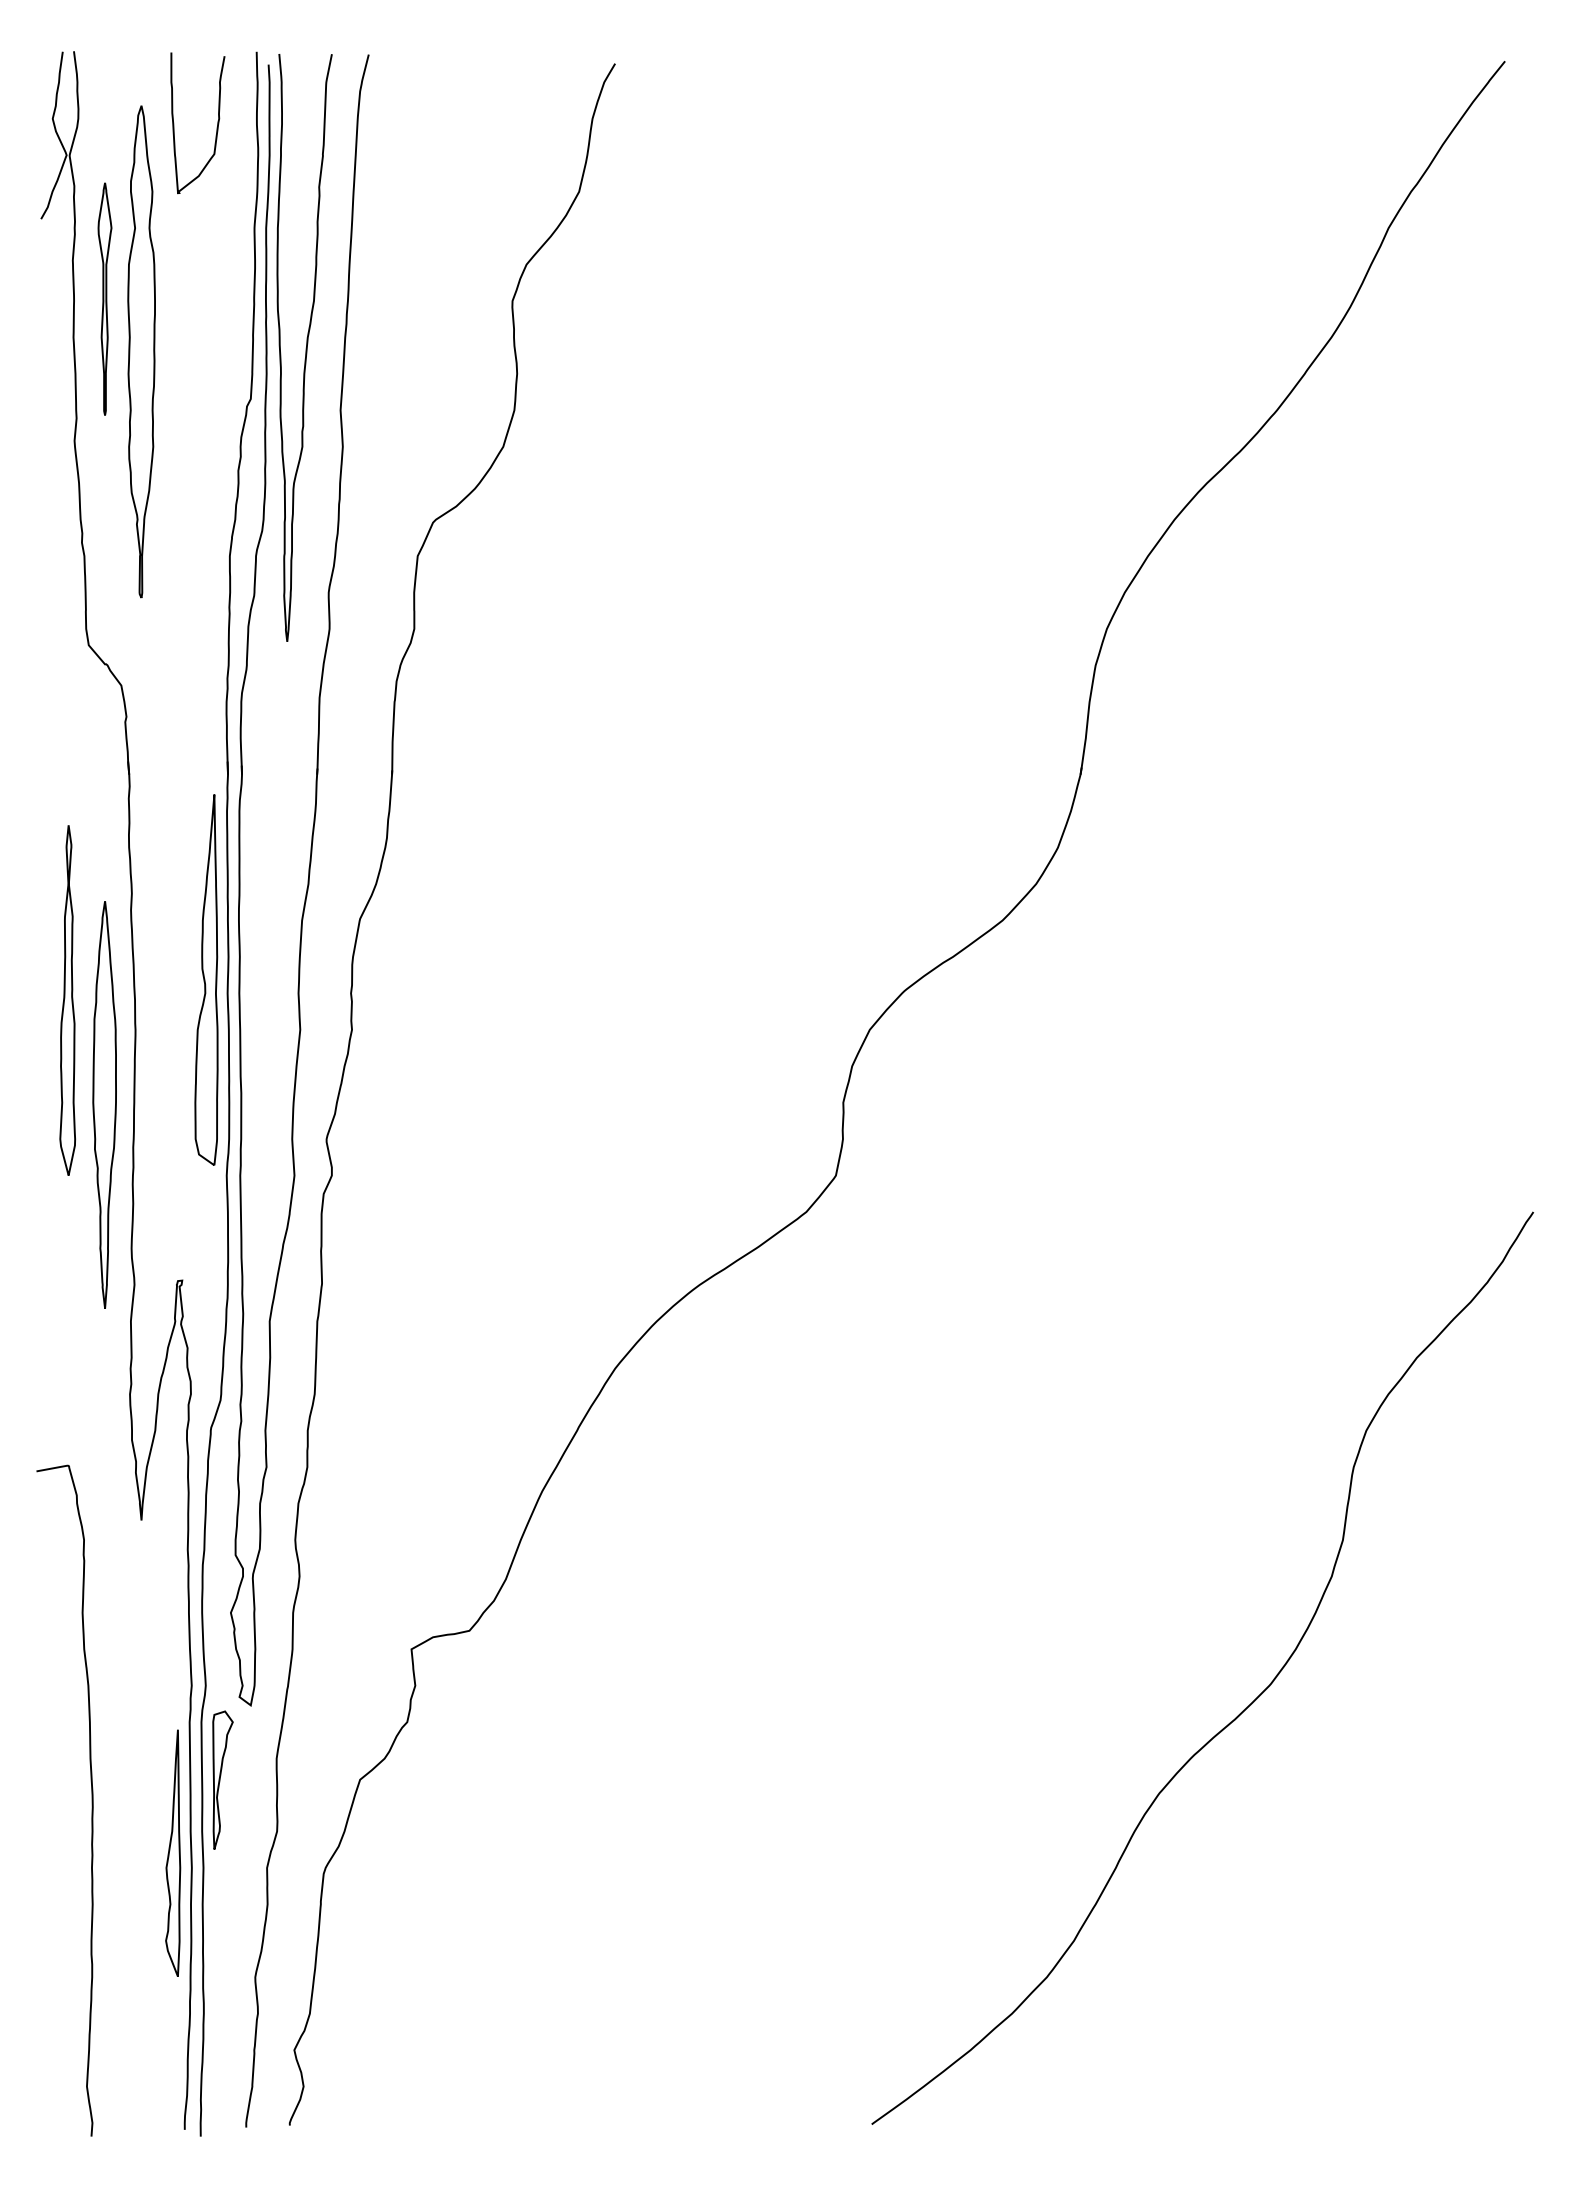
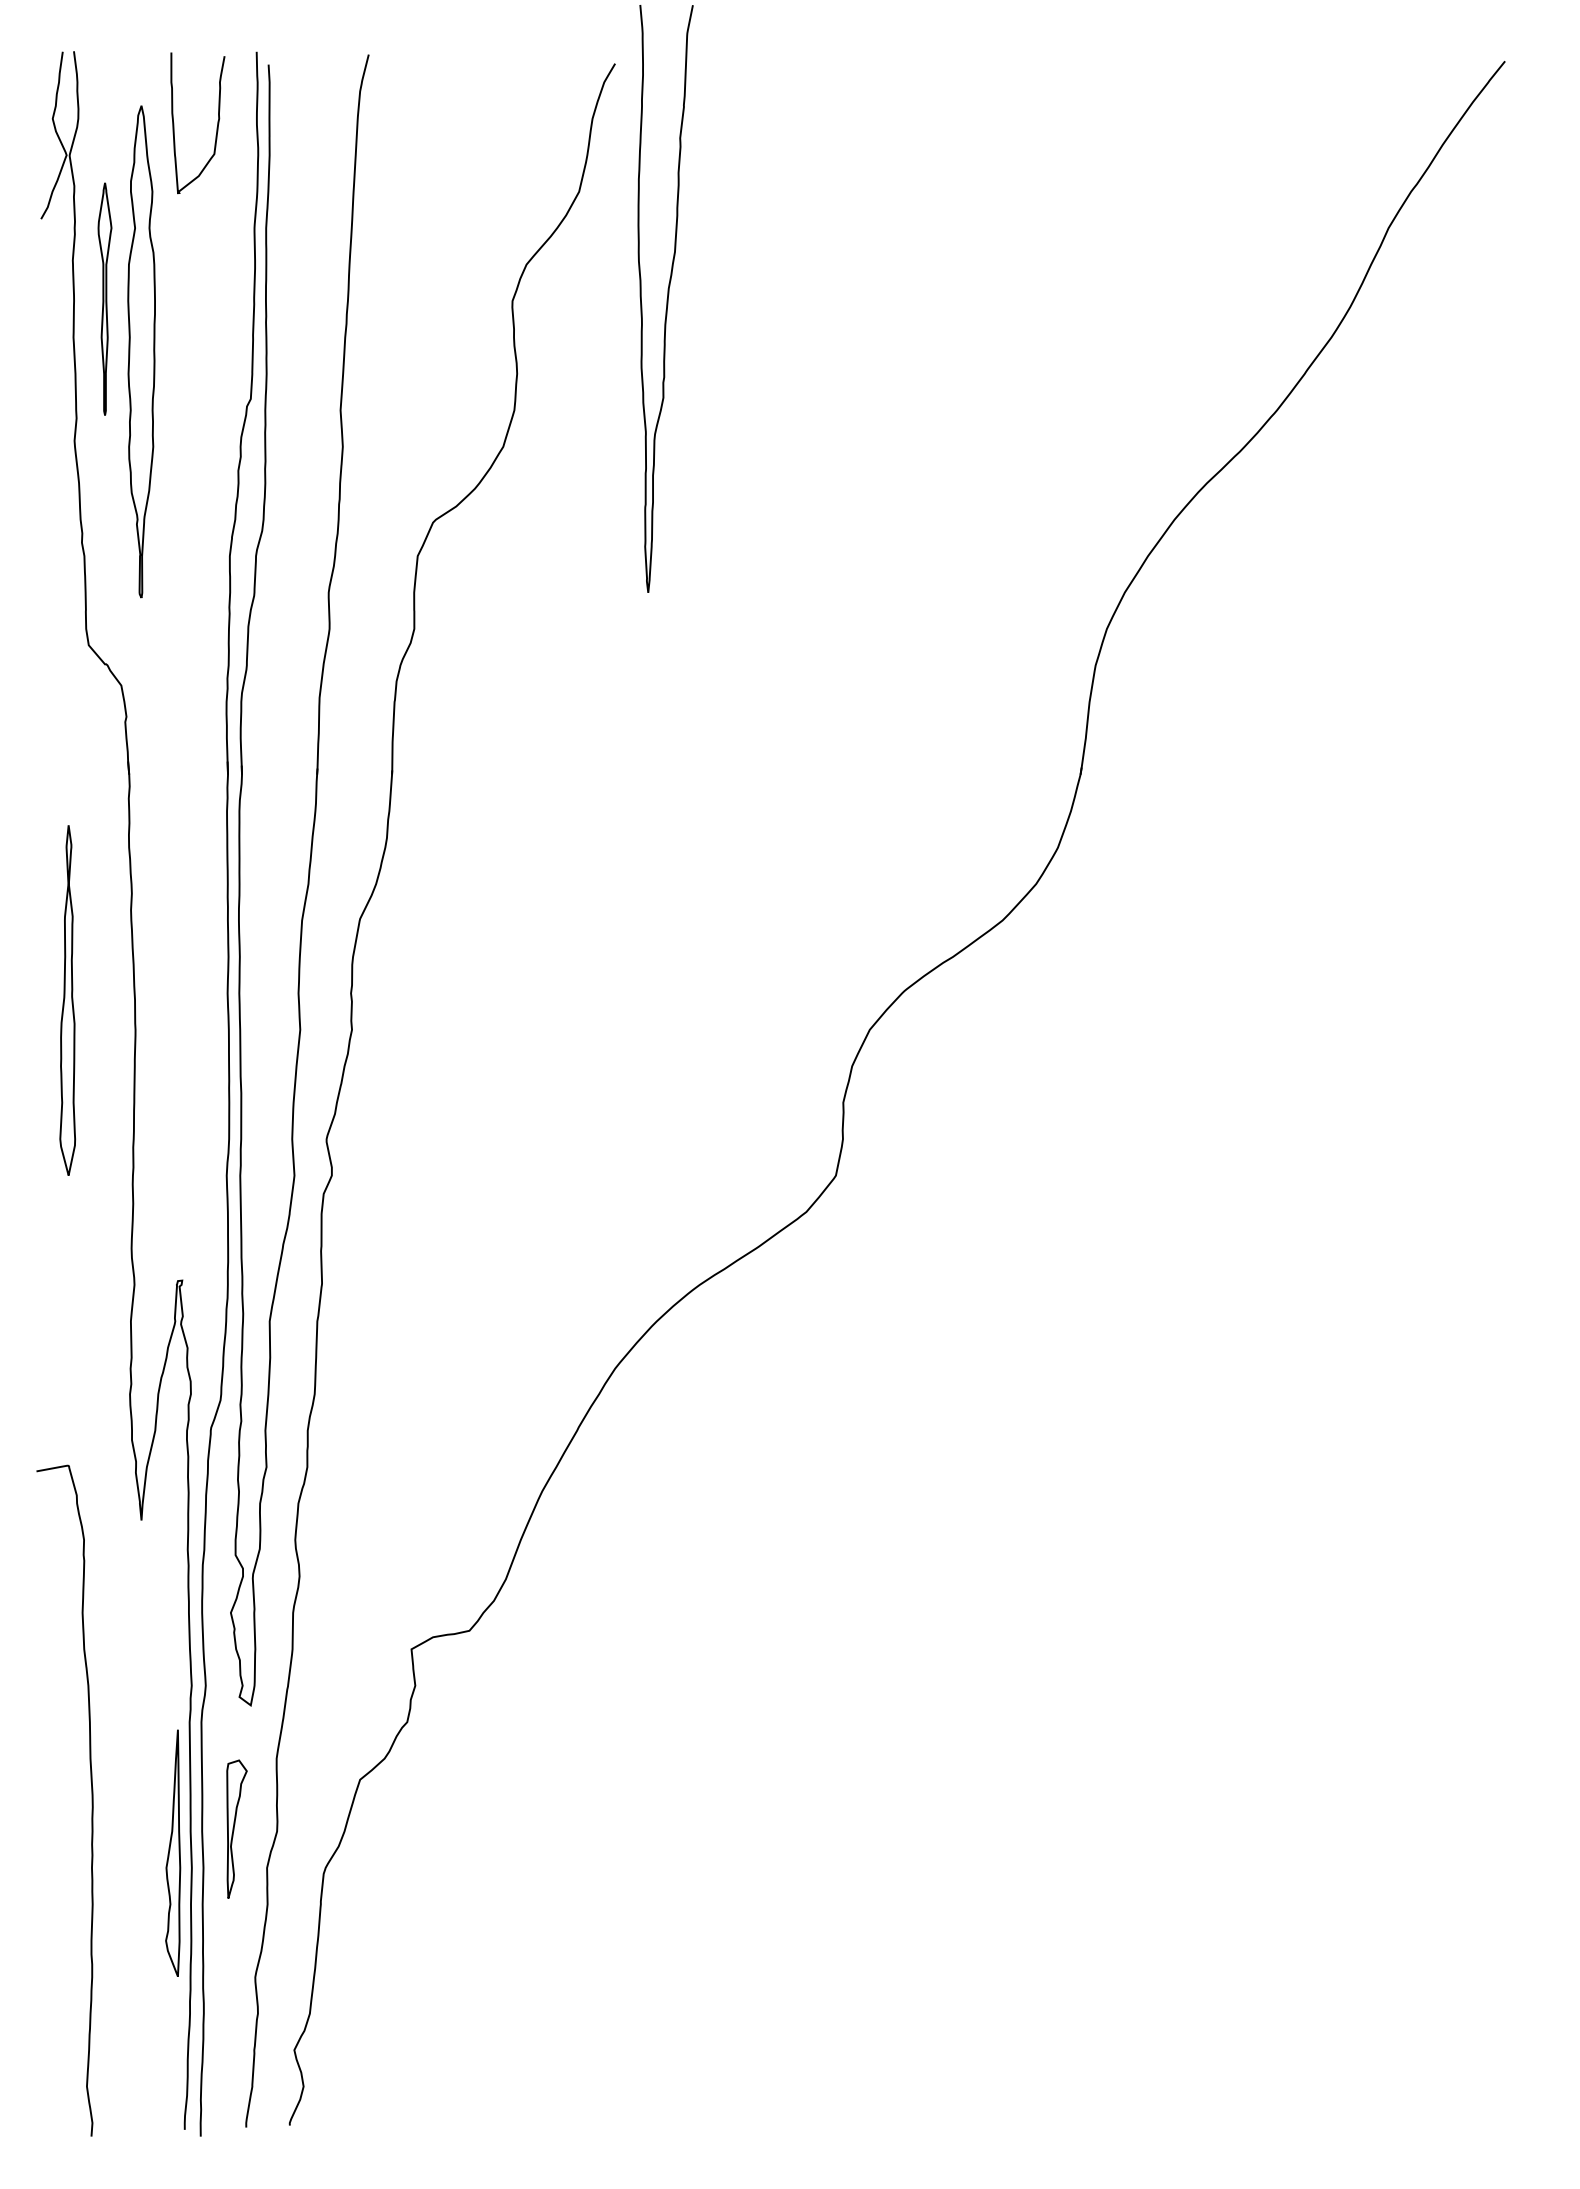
curve at (305, 348) position: (305, 348) -> (666, 299)
part at (206, 979): present -> none
part at (104, 1104): present -> none
curve at (1243, 1709): present -> none
part at (222, 1779) position: (222, 1779) -> (236, 1828)
